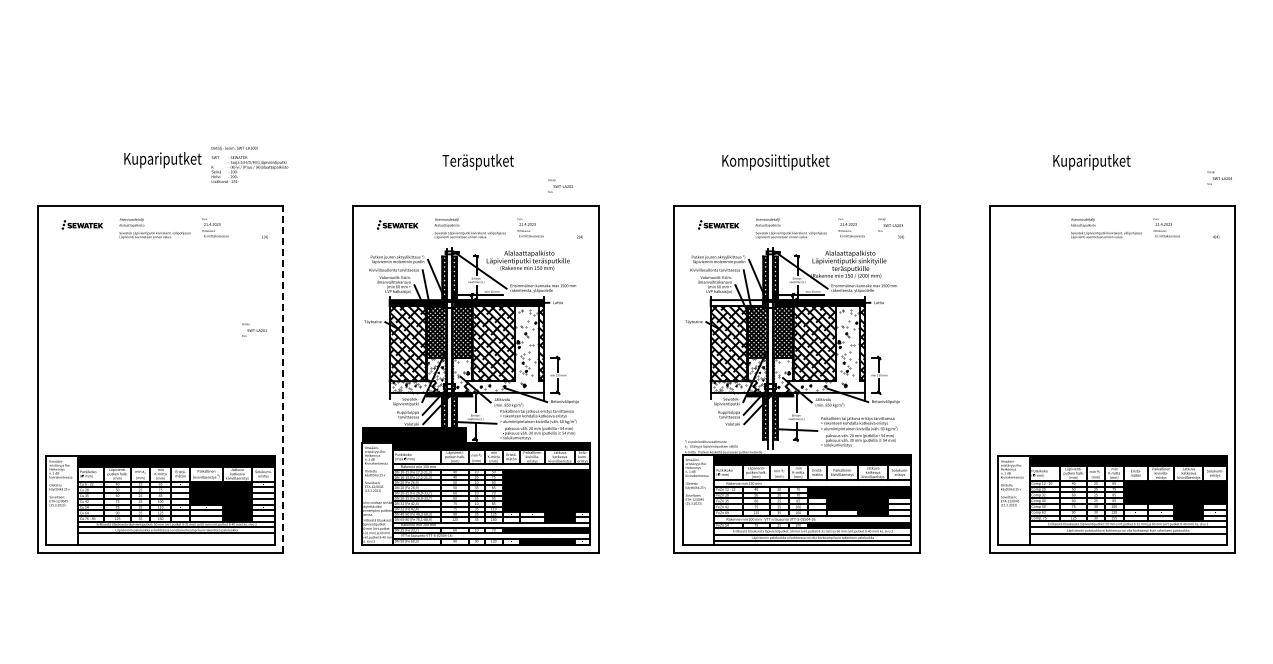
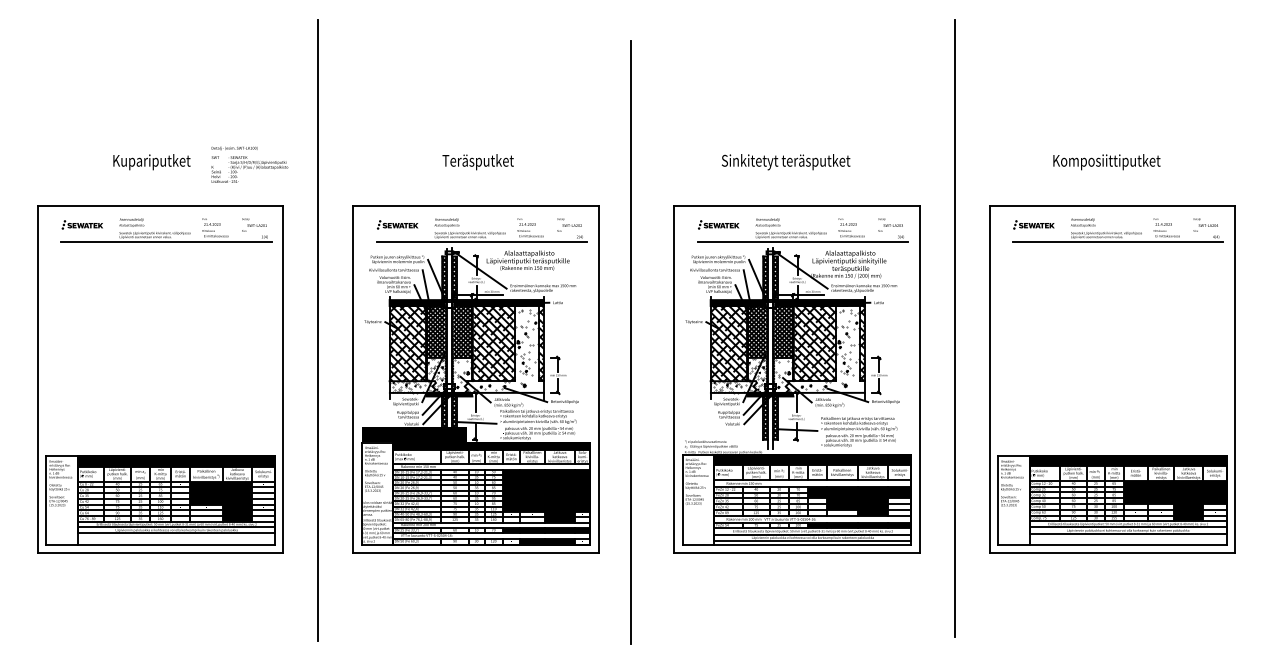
text at (162, 160) position: (162, 160) -> (151, 162)
text at (785, 162): Komposiittiputket -> Sinkitetyt teräsputket
text at (1110, 162): Kupariputket -> Komposiittiputket
text at (1219, 177) position: (1219, 177) -> (1205, 224)
text at (560, 185) position: (560, 185) -> (569, 224)
part at (1033, 224): none -> present
line at (166, 241): none -> present
line at (481, 241): none -> present
line at (802, 241): none -> present
line at (1117, 241): none -> present
fill at (736, 302): none -> present
line at (954, 328): none -> present
text at (254, 329) position: (254, 329) -> (254, 224)
line at (318, 329): none -> present
line at (631, 342): none -> present
line at (283, 378): dashed -> solid
